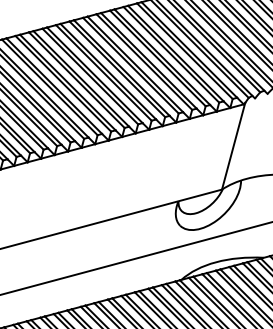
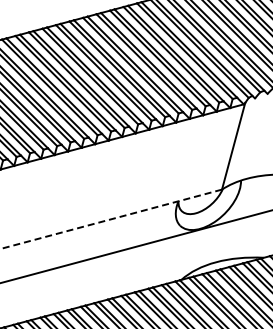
line at (111, 219): solid -> dashed
line at (135, 258) position: (135, 258) -> (135, 246)
